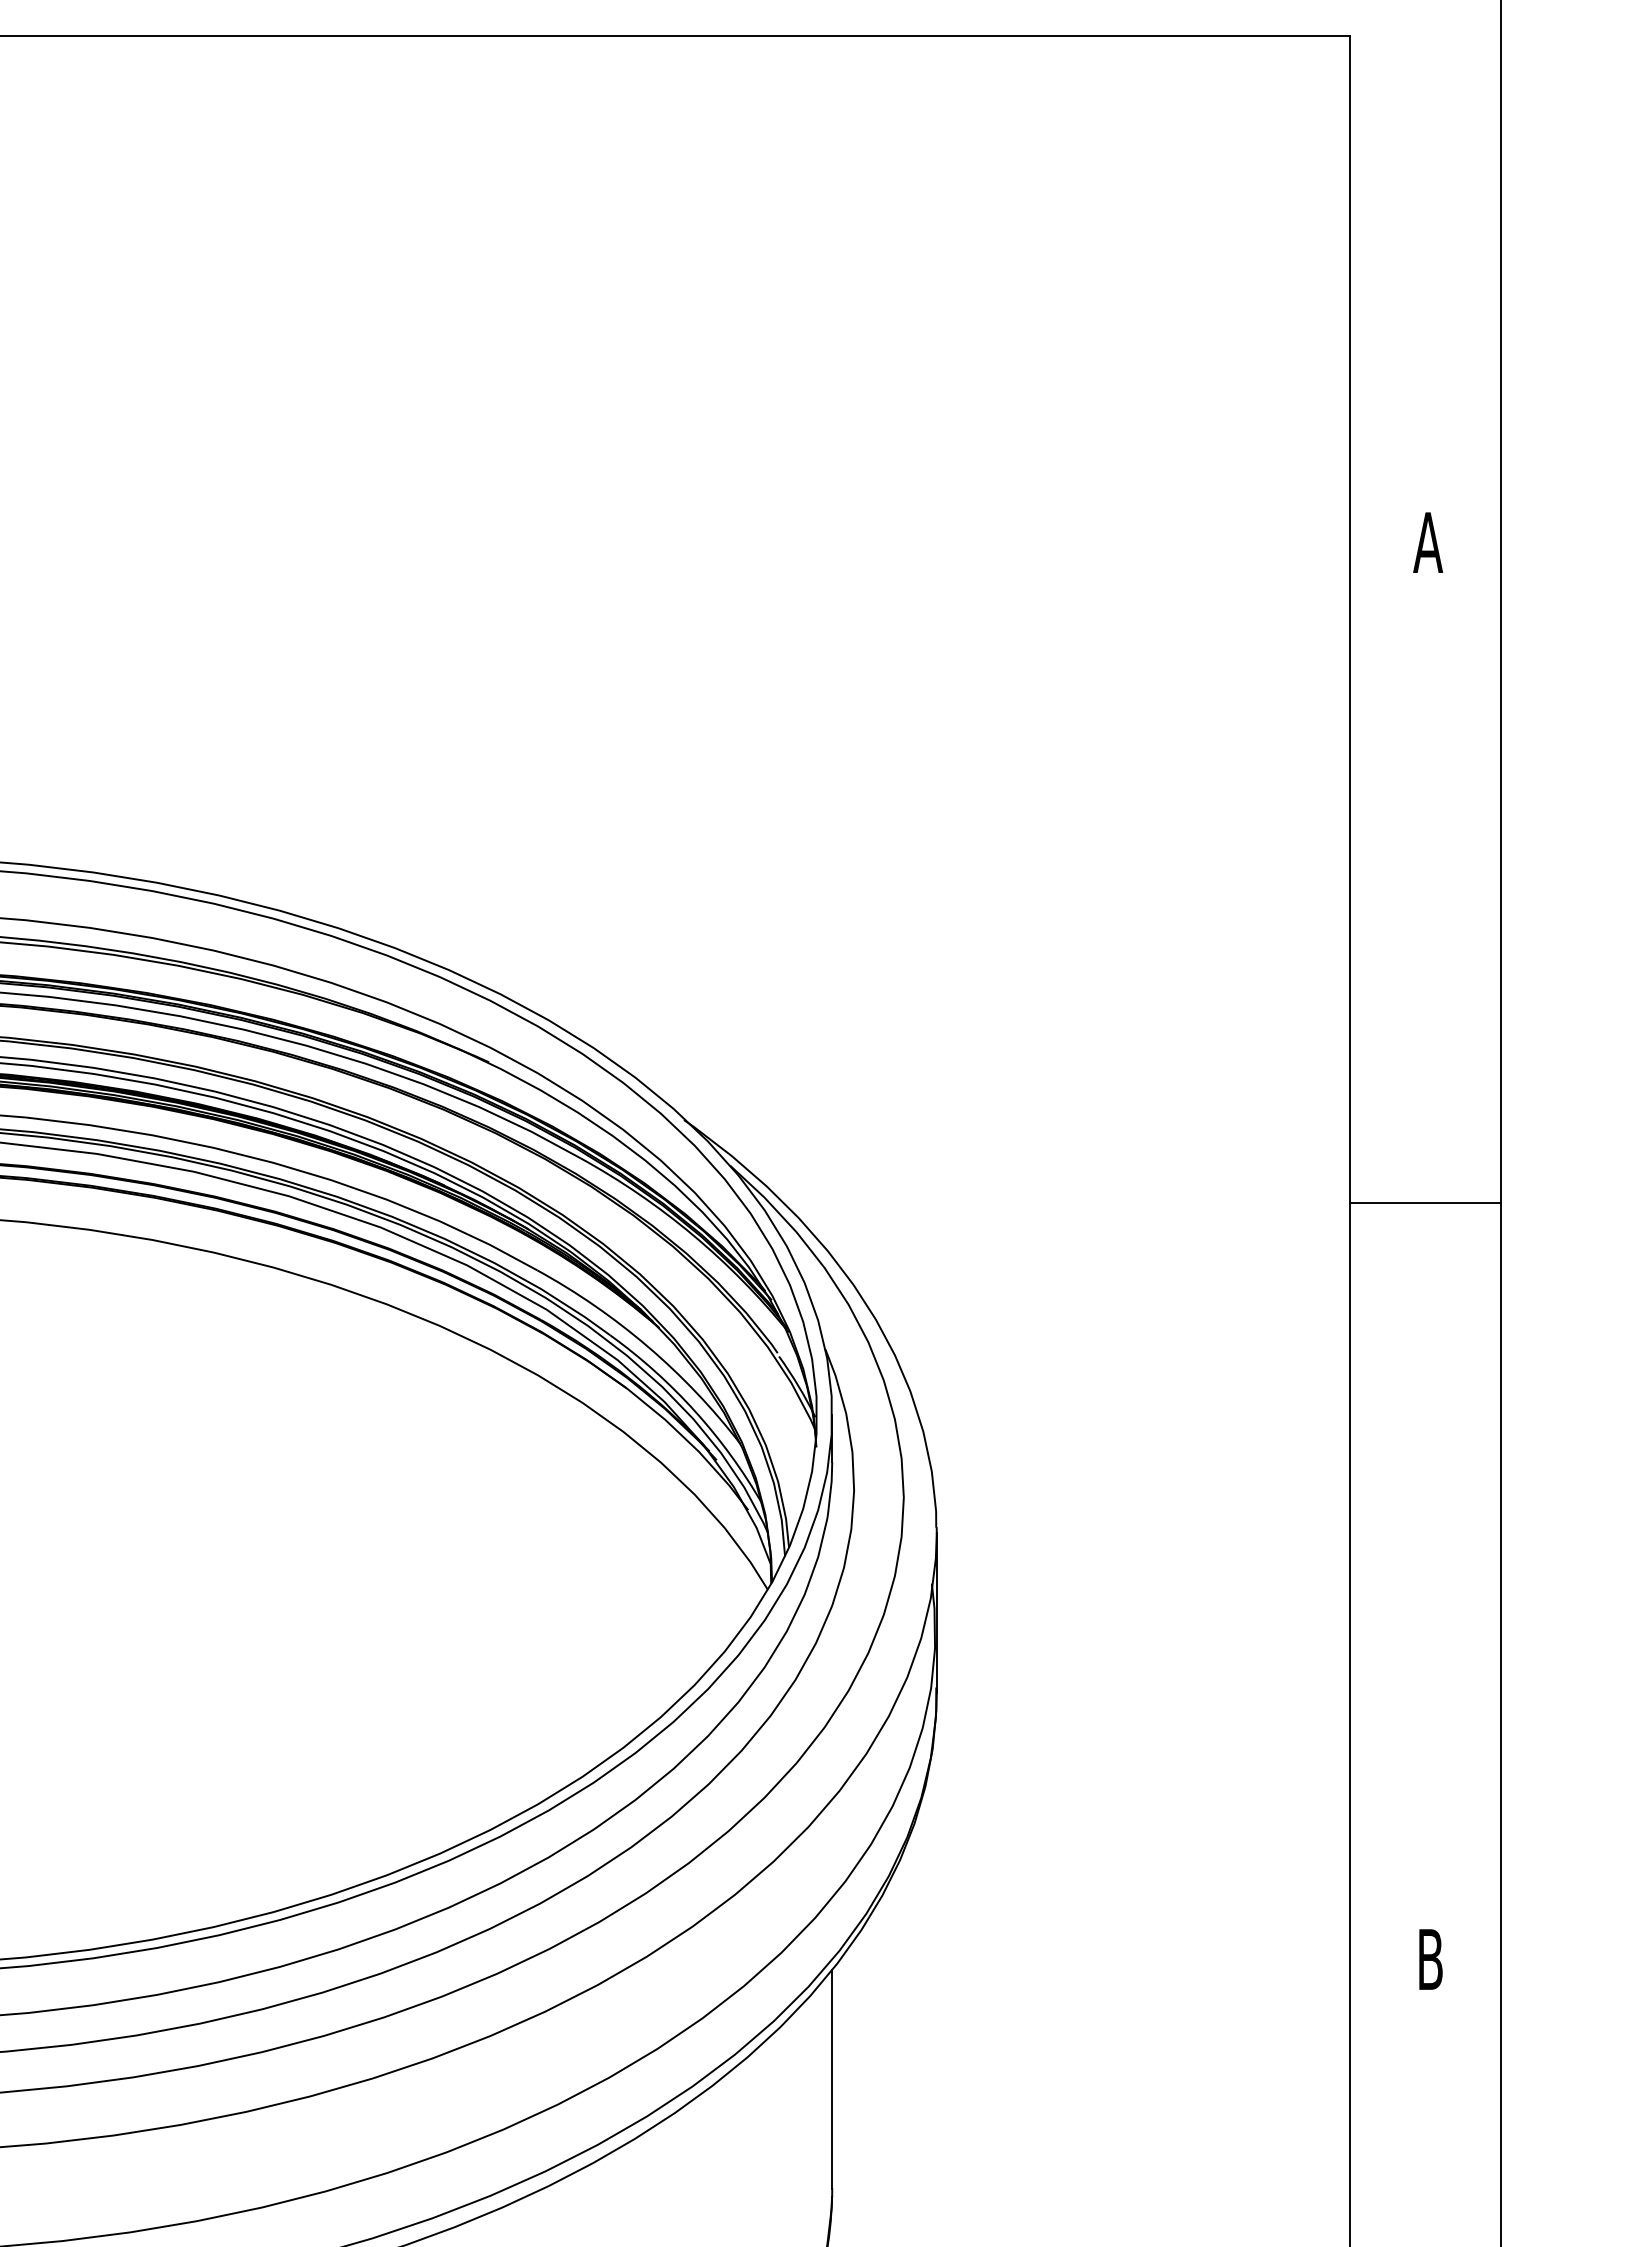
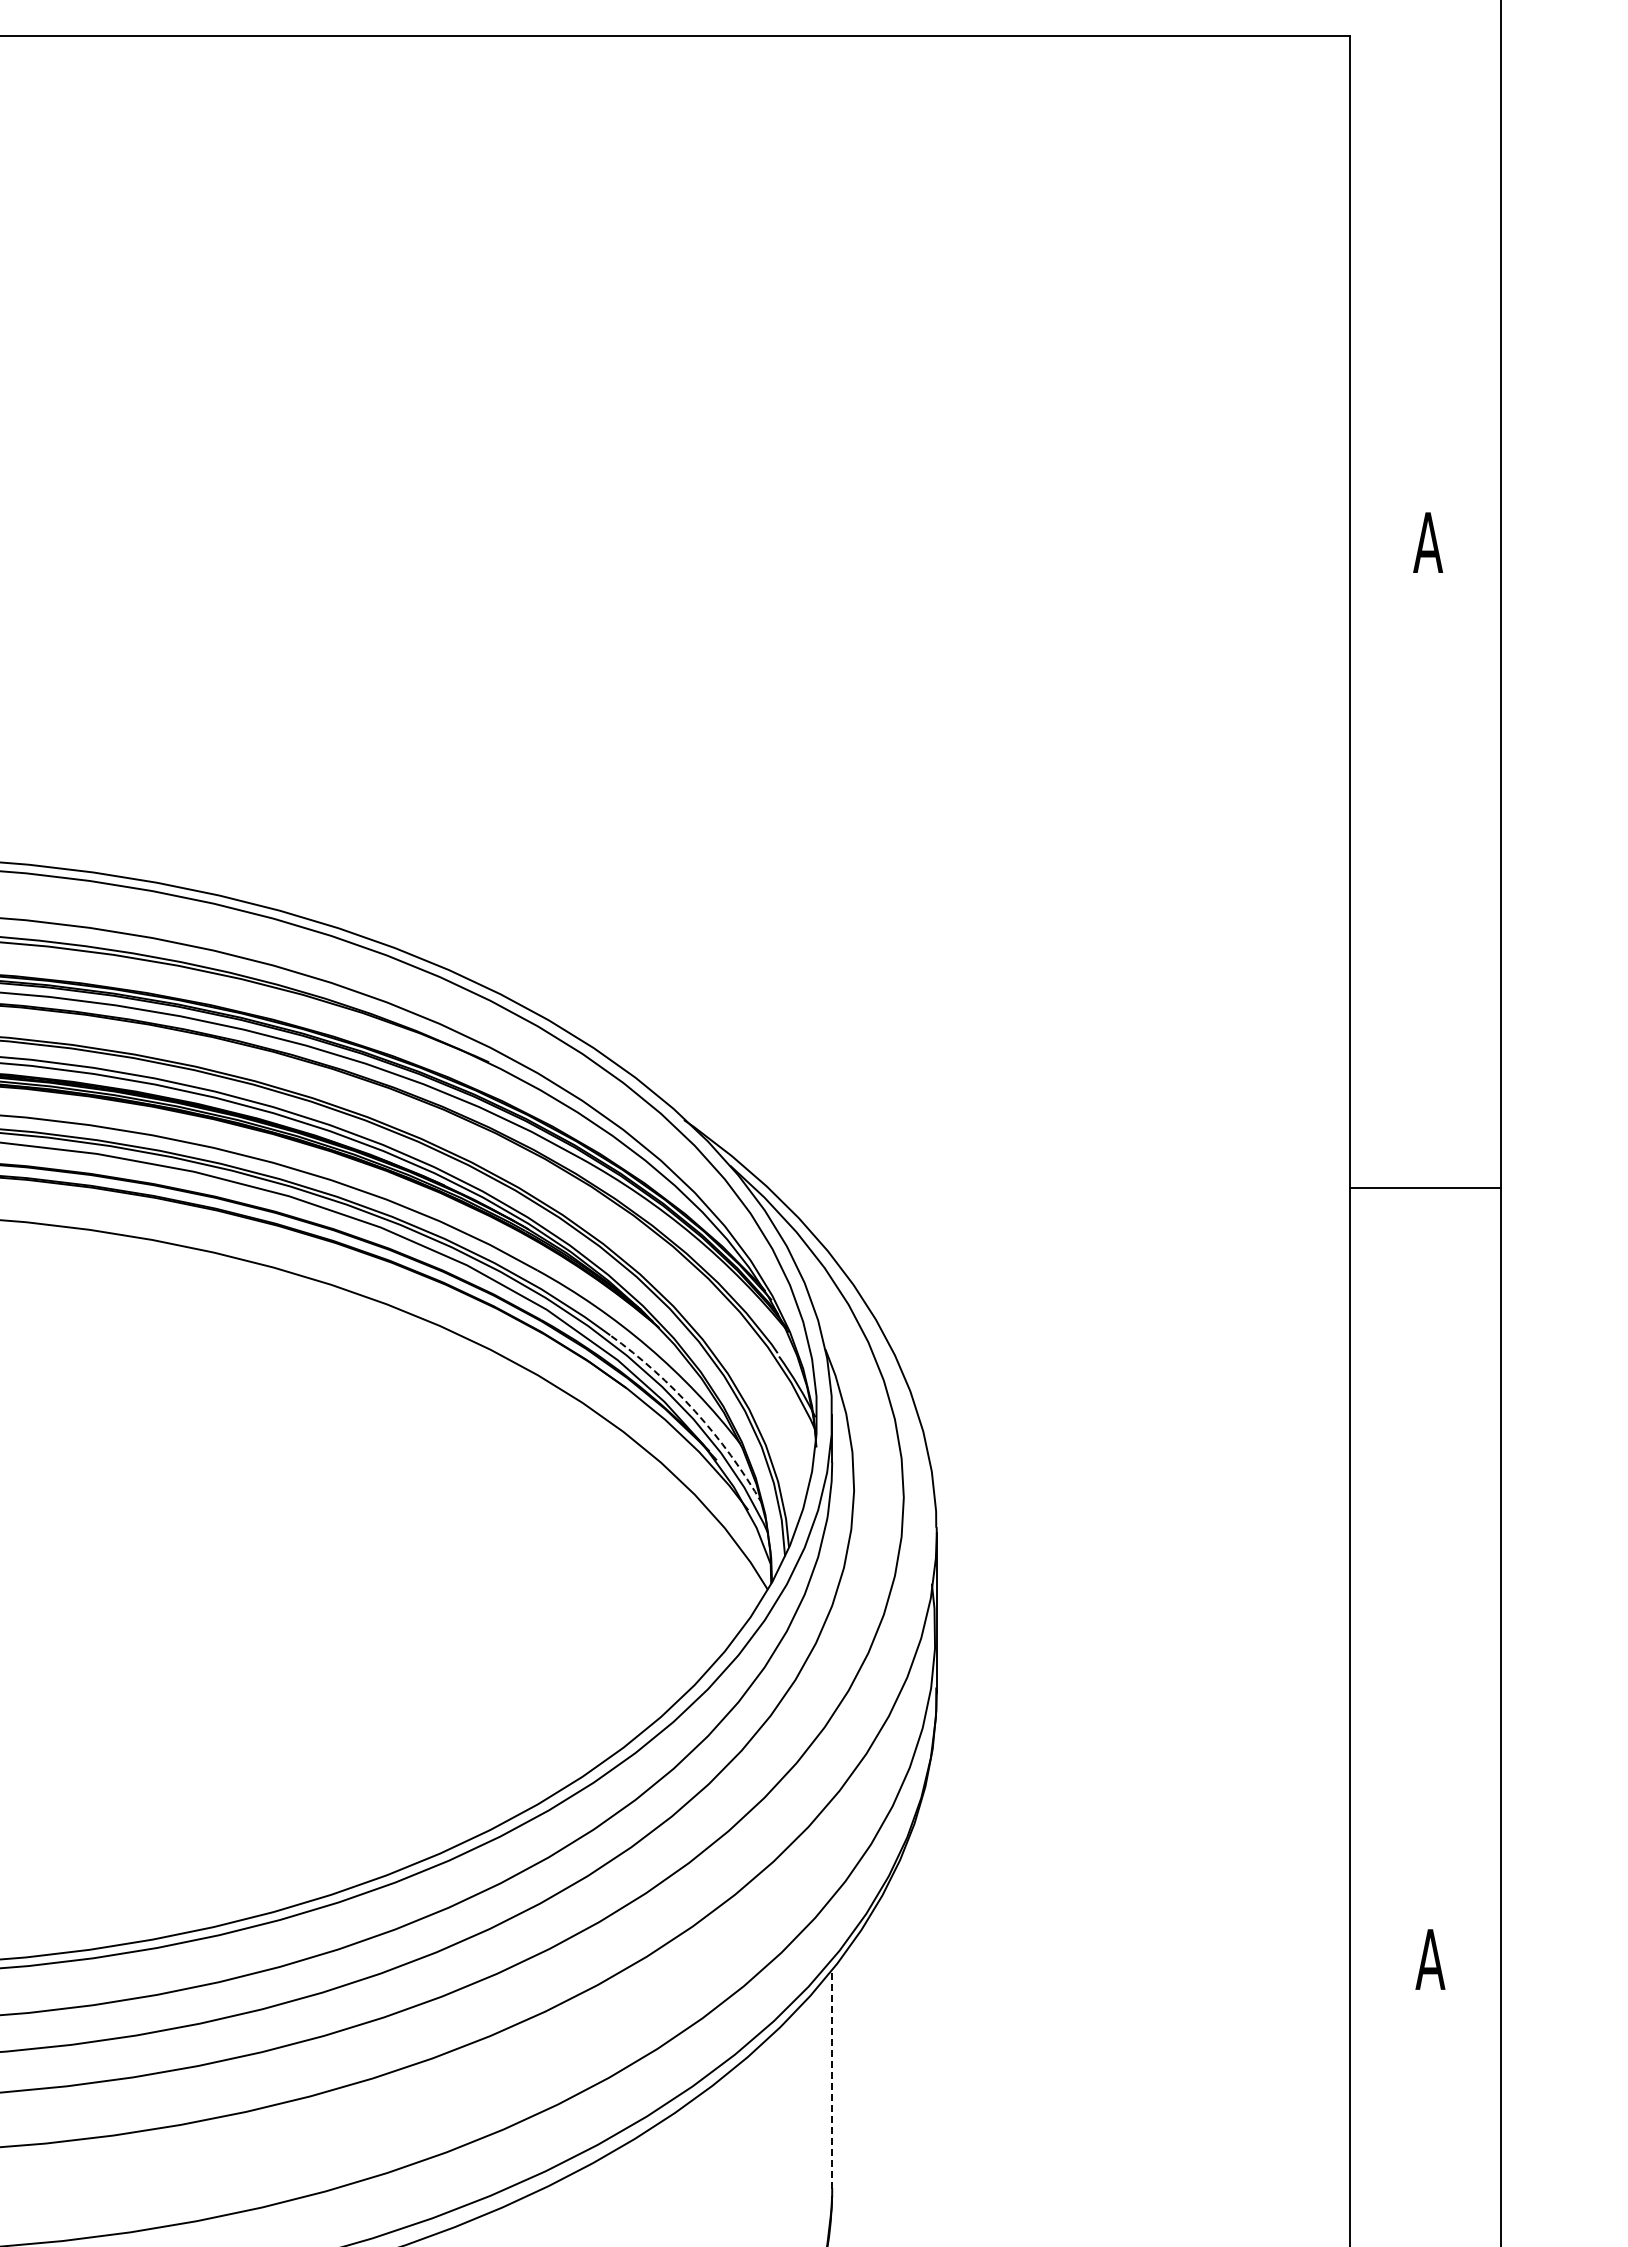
line at (1424, 1202) position: (1424, 1202) -> (1424, 1187)
arc at (695, 1411): solid -> dashed
text at (1430, 1959): B -> A
line at (832, 2079): solid -> dashed
